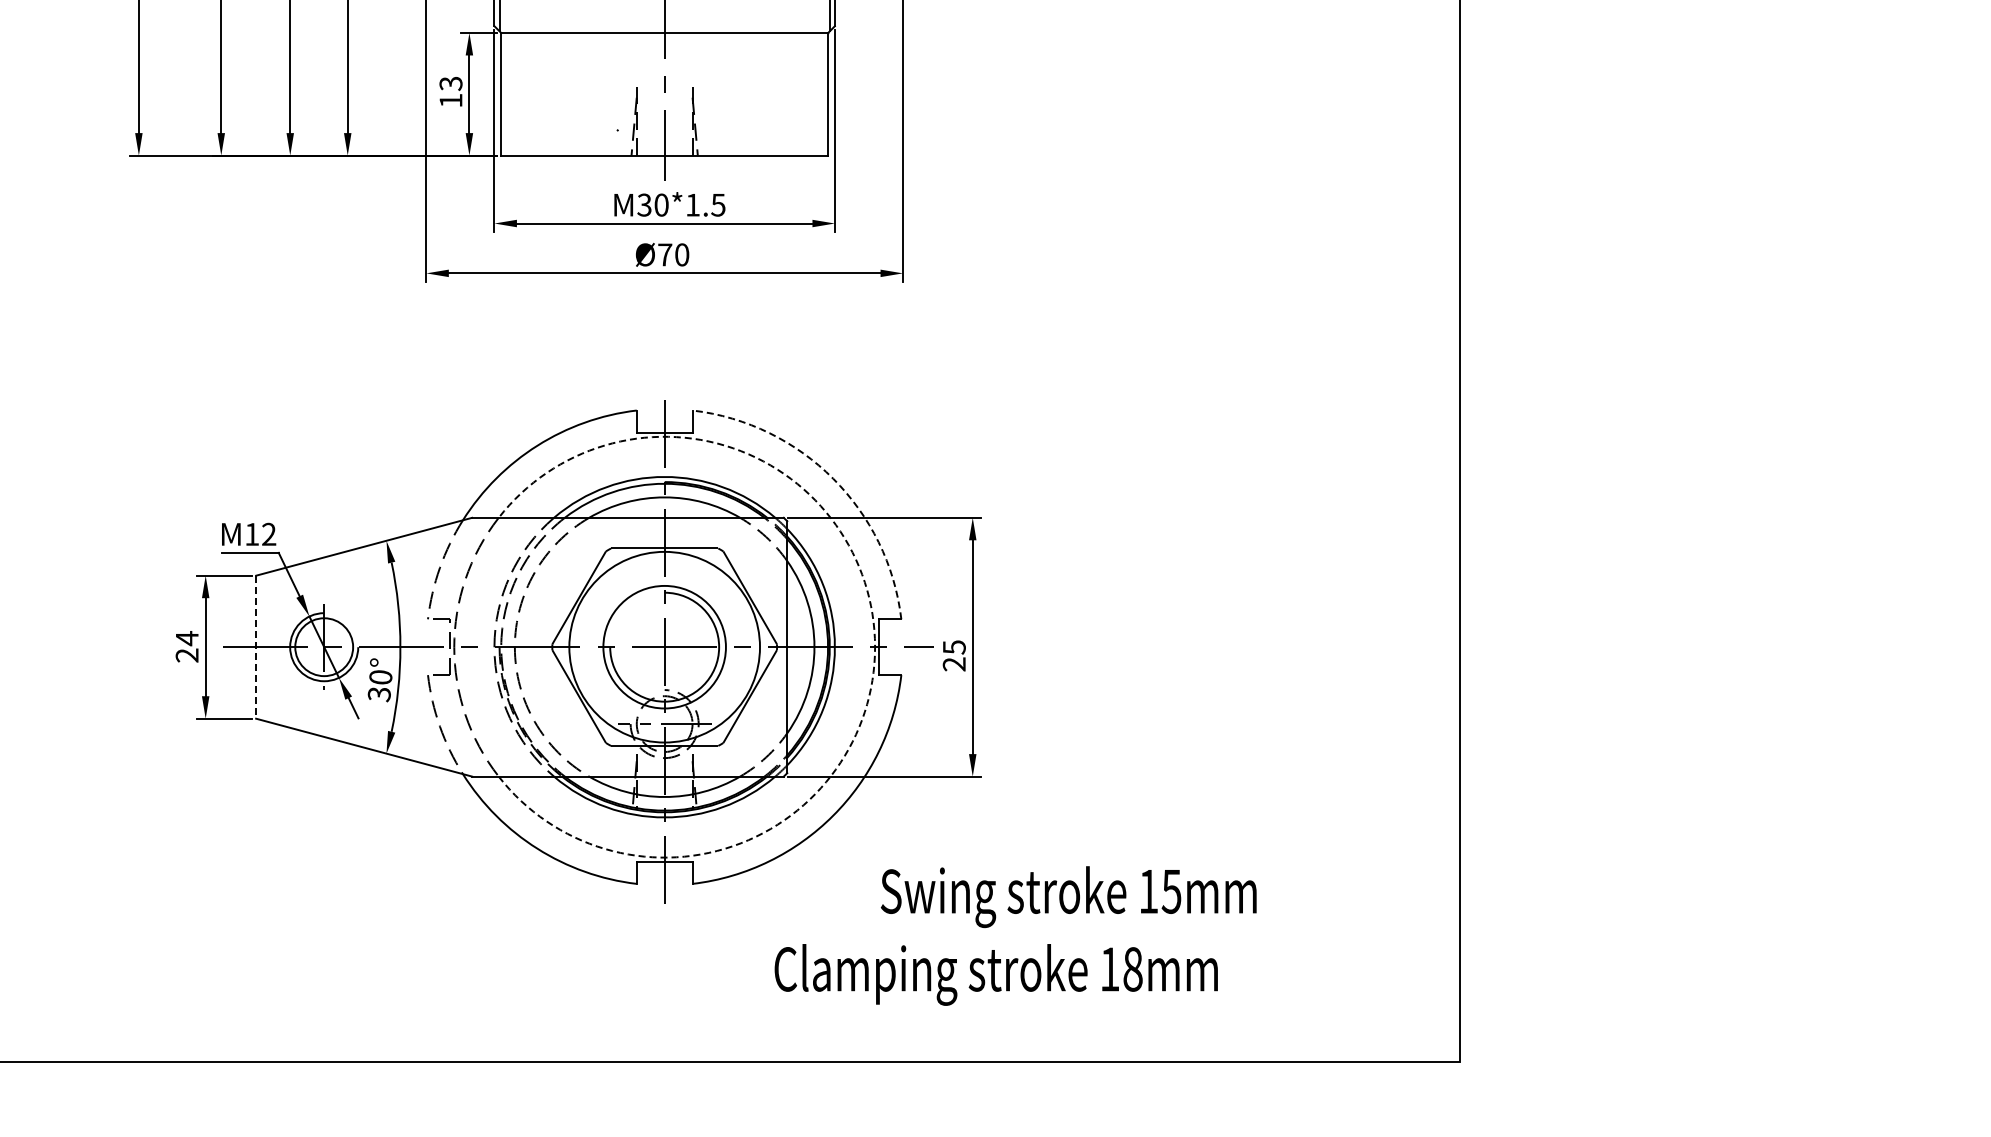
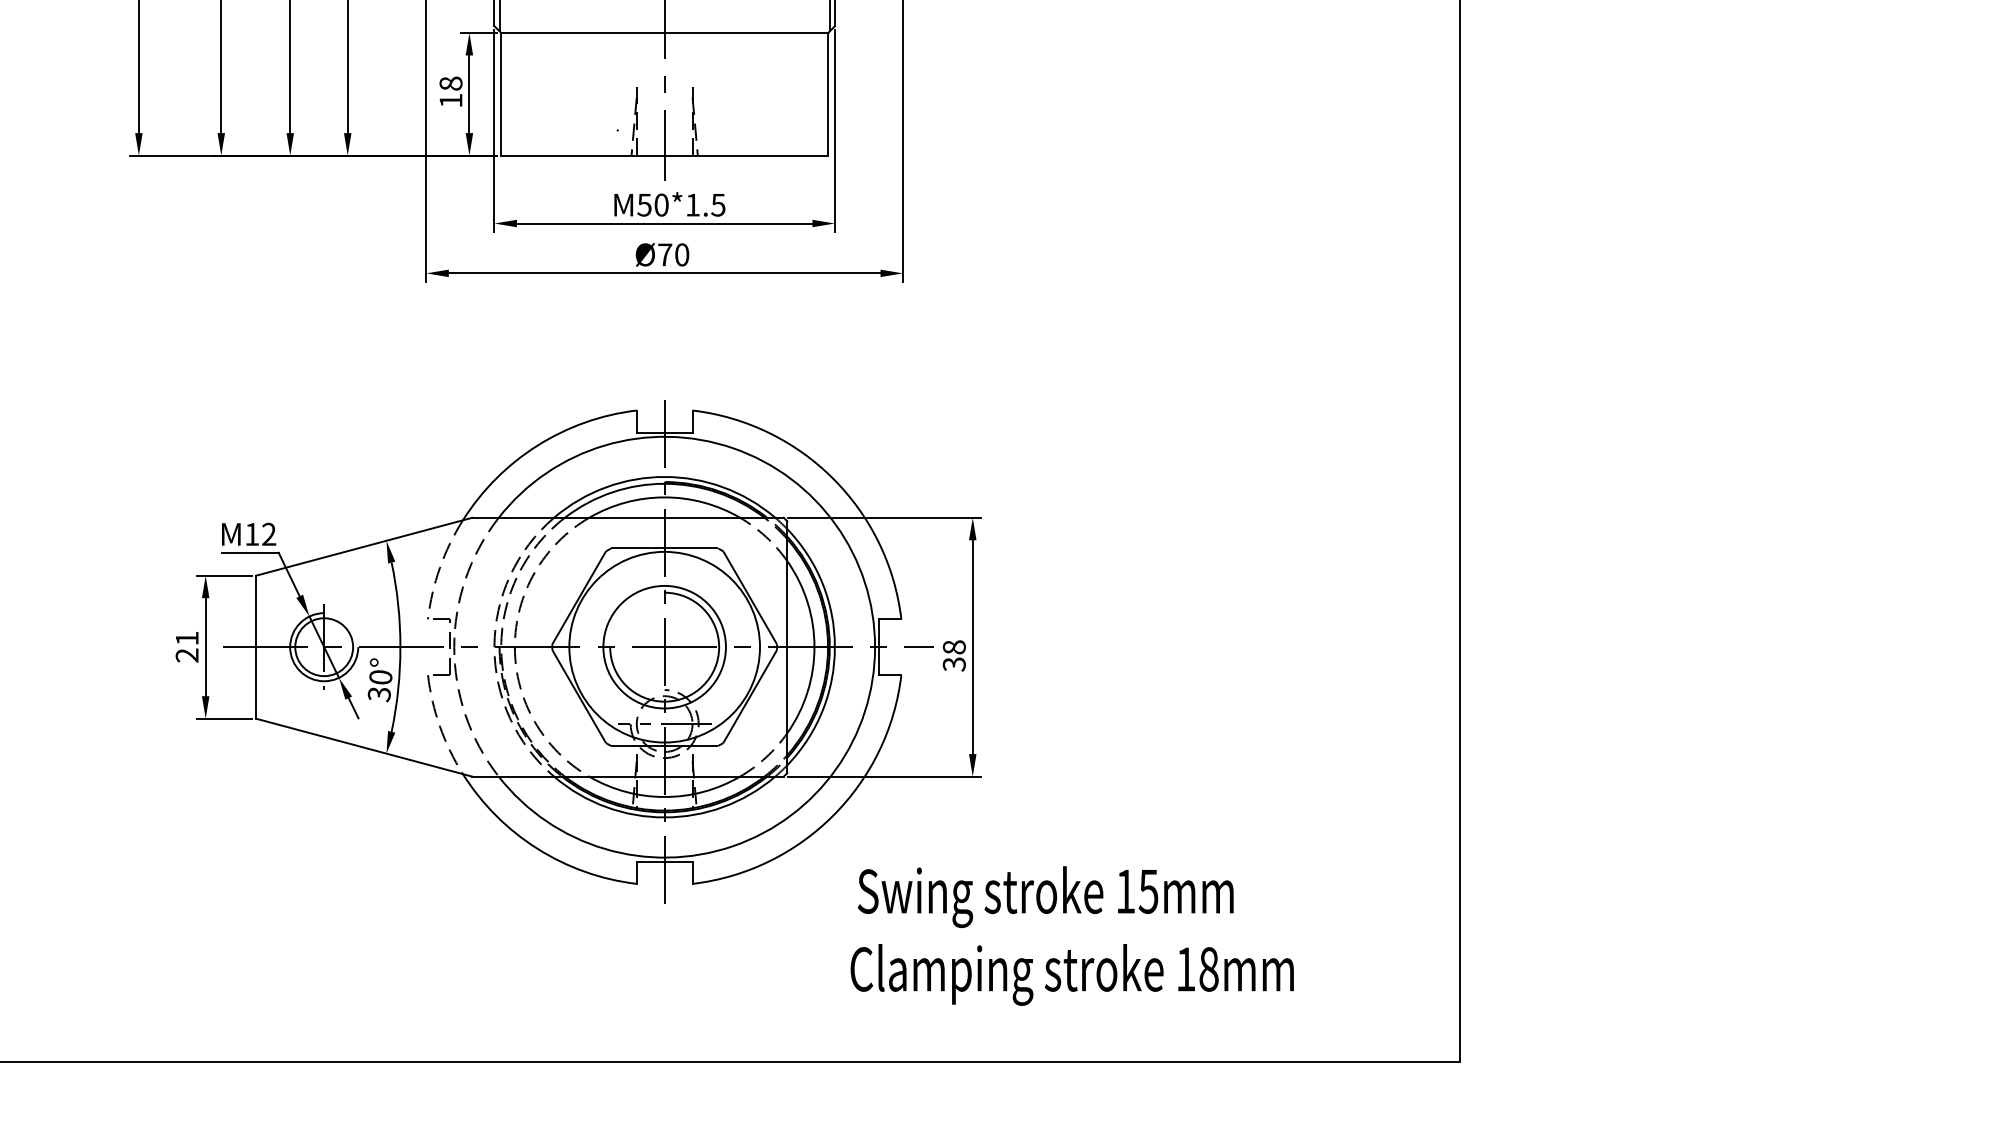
text at (450, 83): 13 -> 18
text at (644, 204): M30*1.5 -> M50*1.5
arc at (833, 478): dashed -> solid
text at (187, 638): 24 -> 21
line at (256, 647): dashed -> solid
arc at (875, 647): dashed -> solid
text at (953, 655): 25 -> 38
text at (1068, 897) position: (1068, 897) -> (1045, 897)
text at (995, 974) position: (995, 974) -> (1071, 974)
